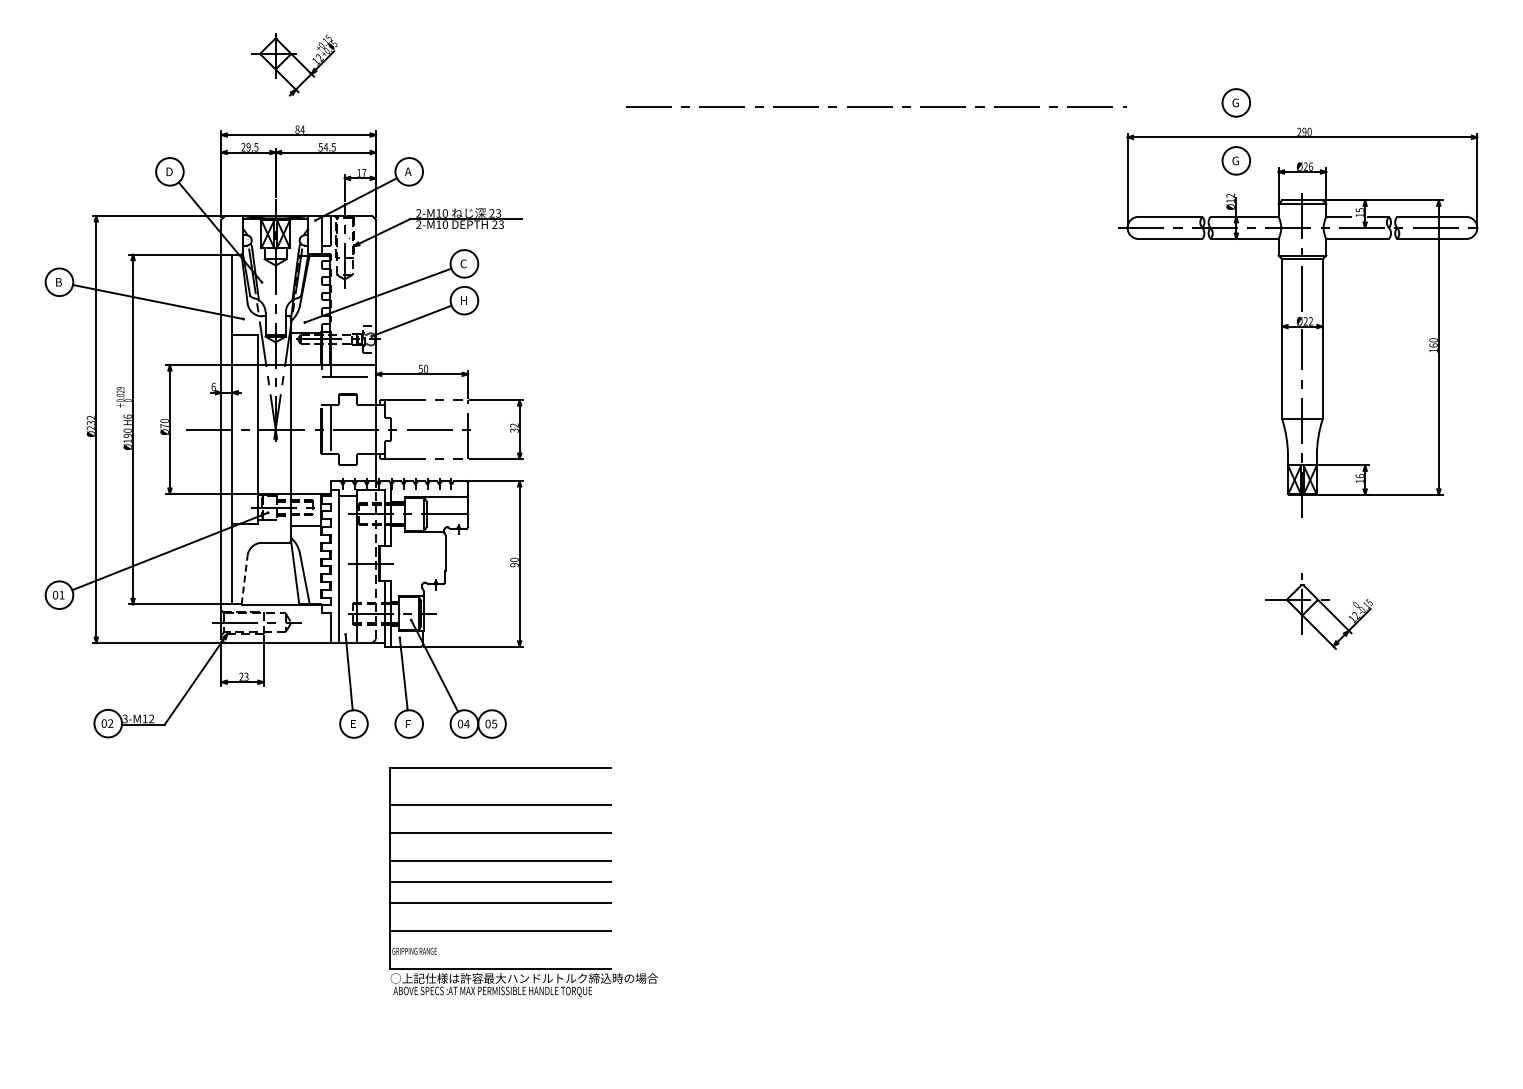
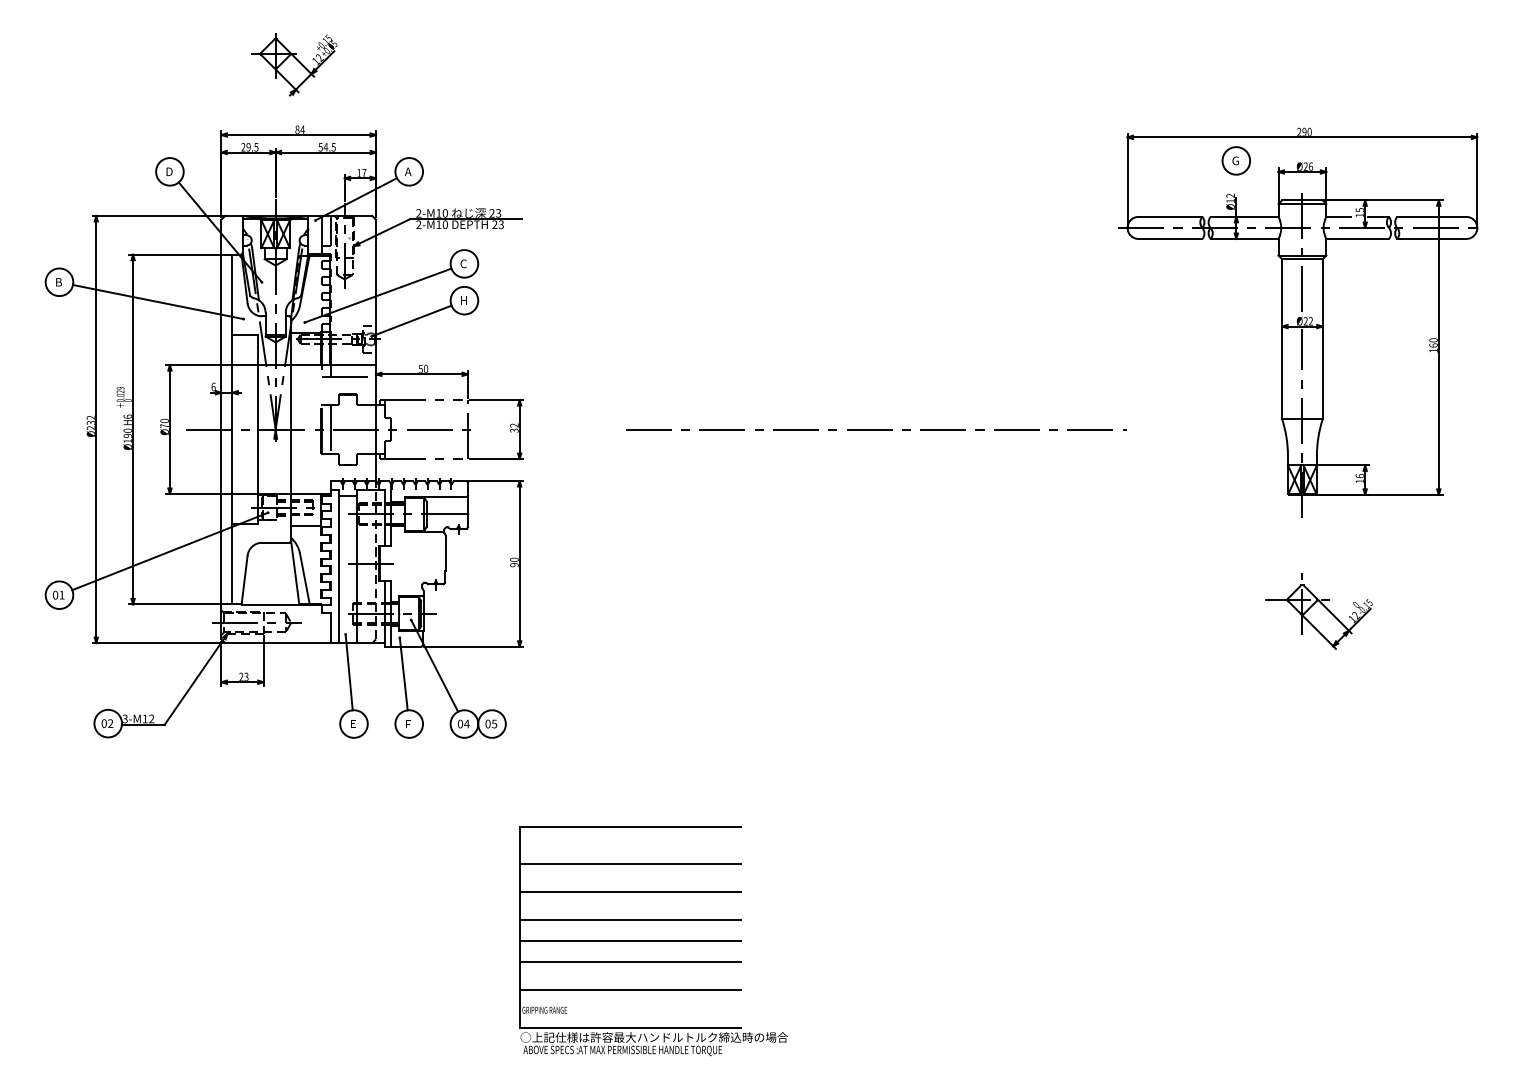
part at (1235, 102): present -> none
line at (876, 106) position: (876, 106) -> (876, 429)
line at (244, 580): dashed -> solid
part at (523, 882) position: (523, 882) -> (653, 941)
